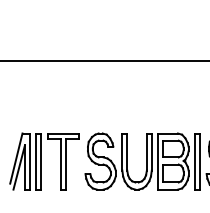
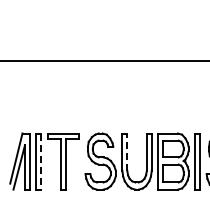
line at (127, 152): solid -> dashed
line at (41, 162): solid -> dashed
